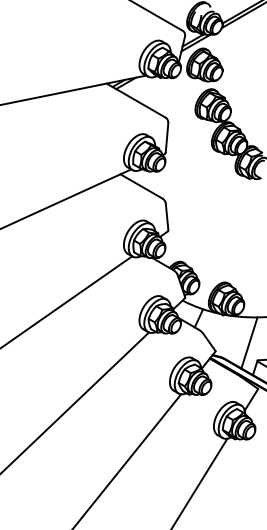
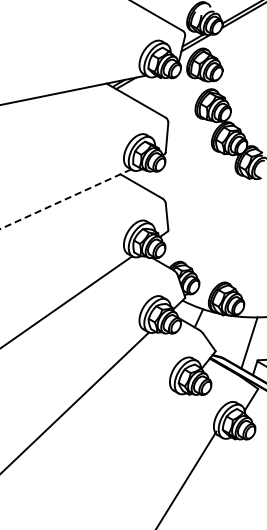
line at (65, 199): solid -> dashed
line at (127, 460): present -> none
line at (200, 482) position: (200, 482) -> (186, 478)
